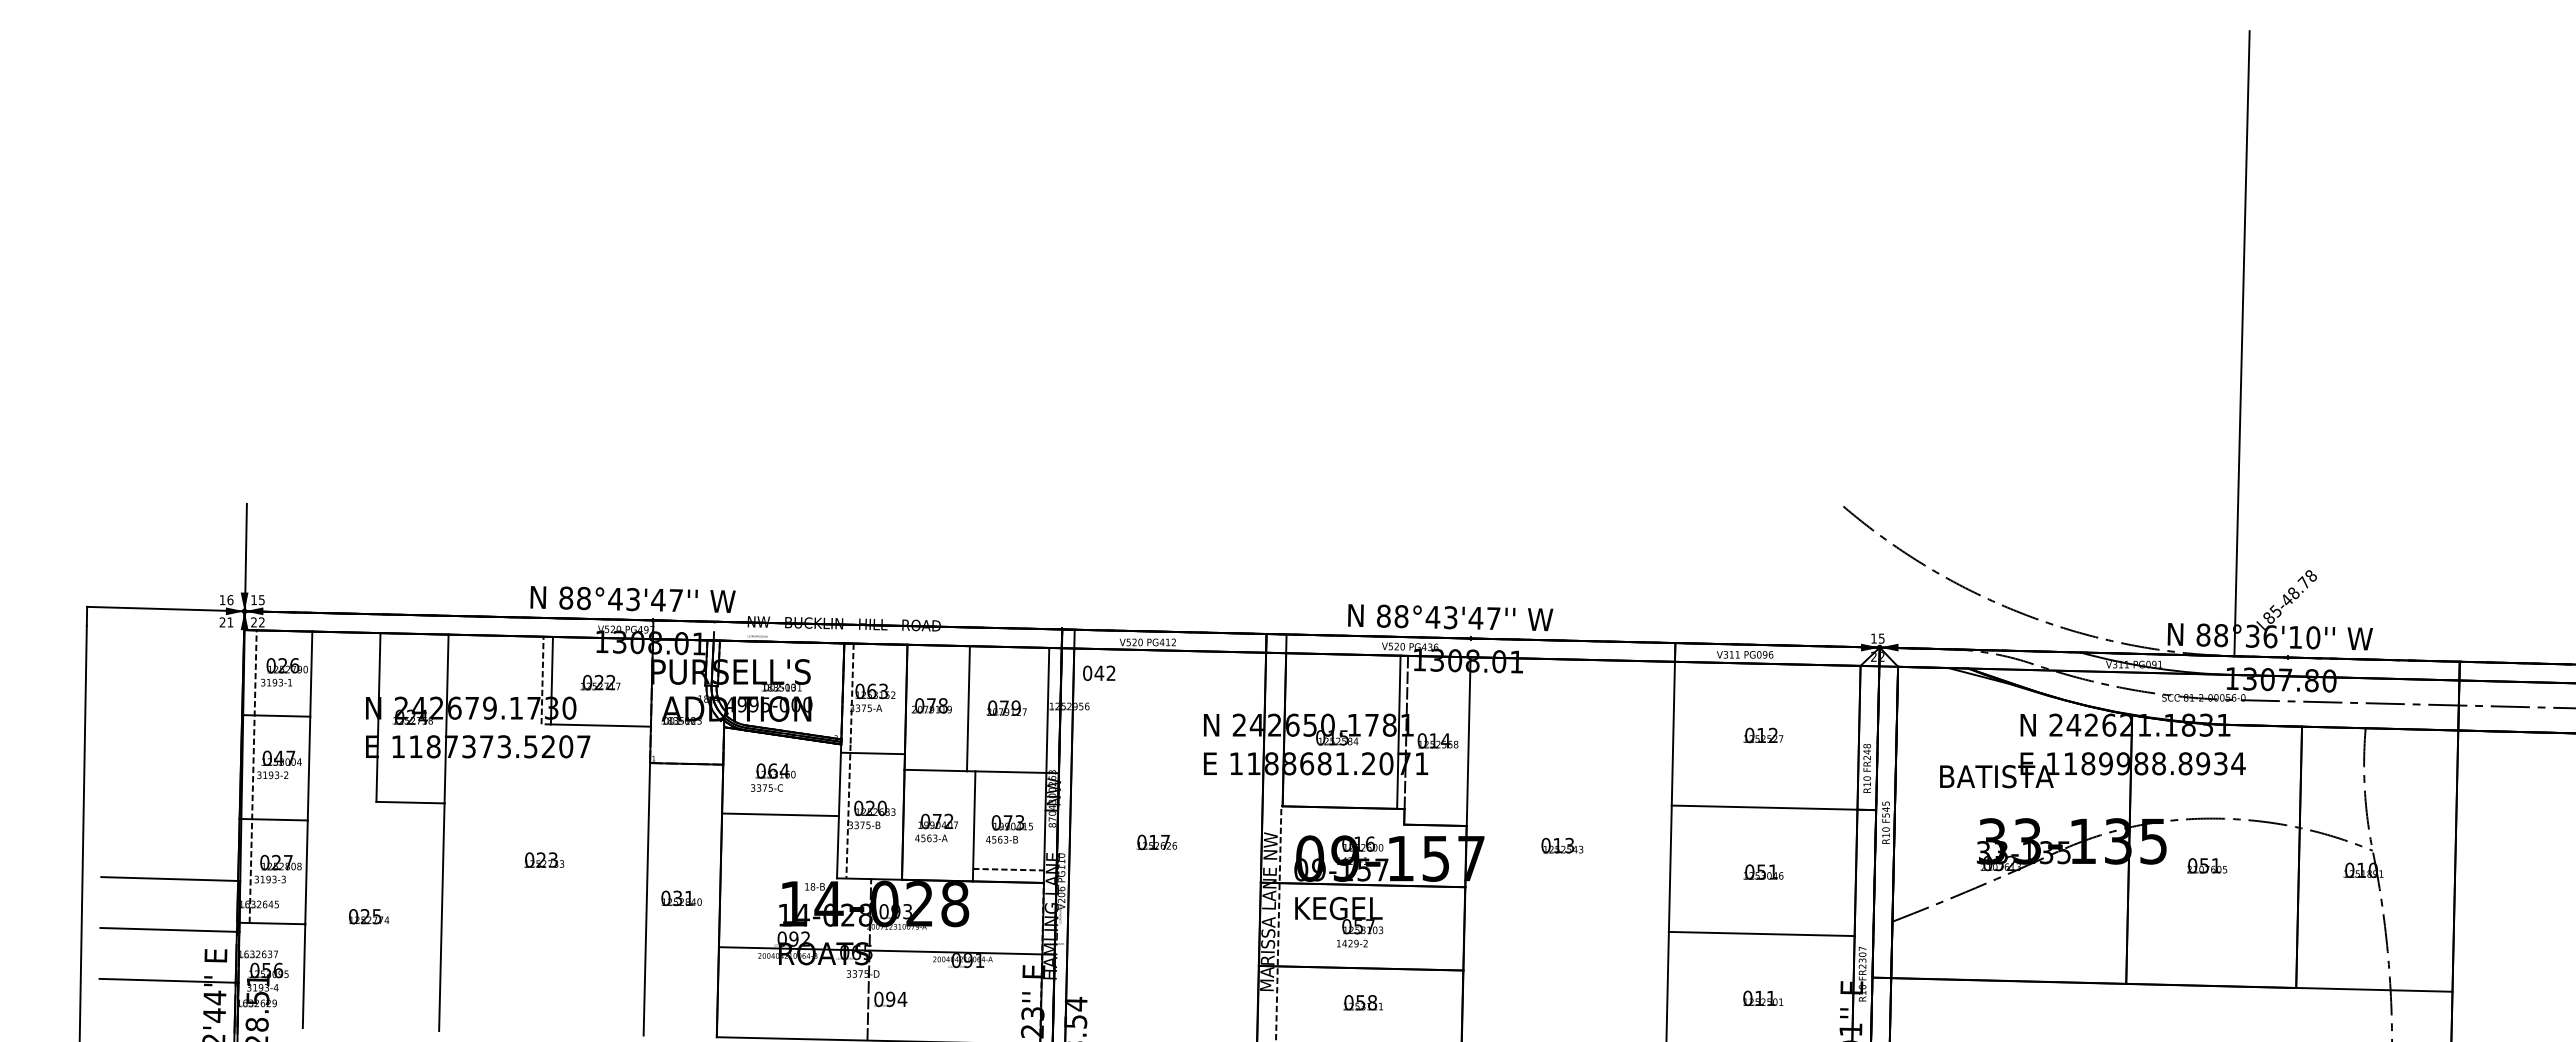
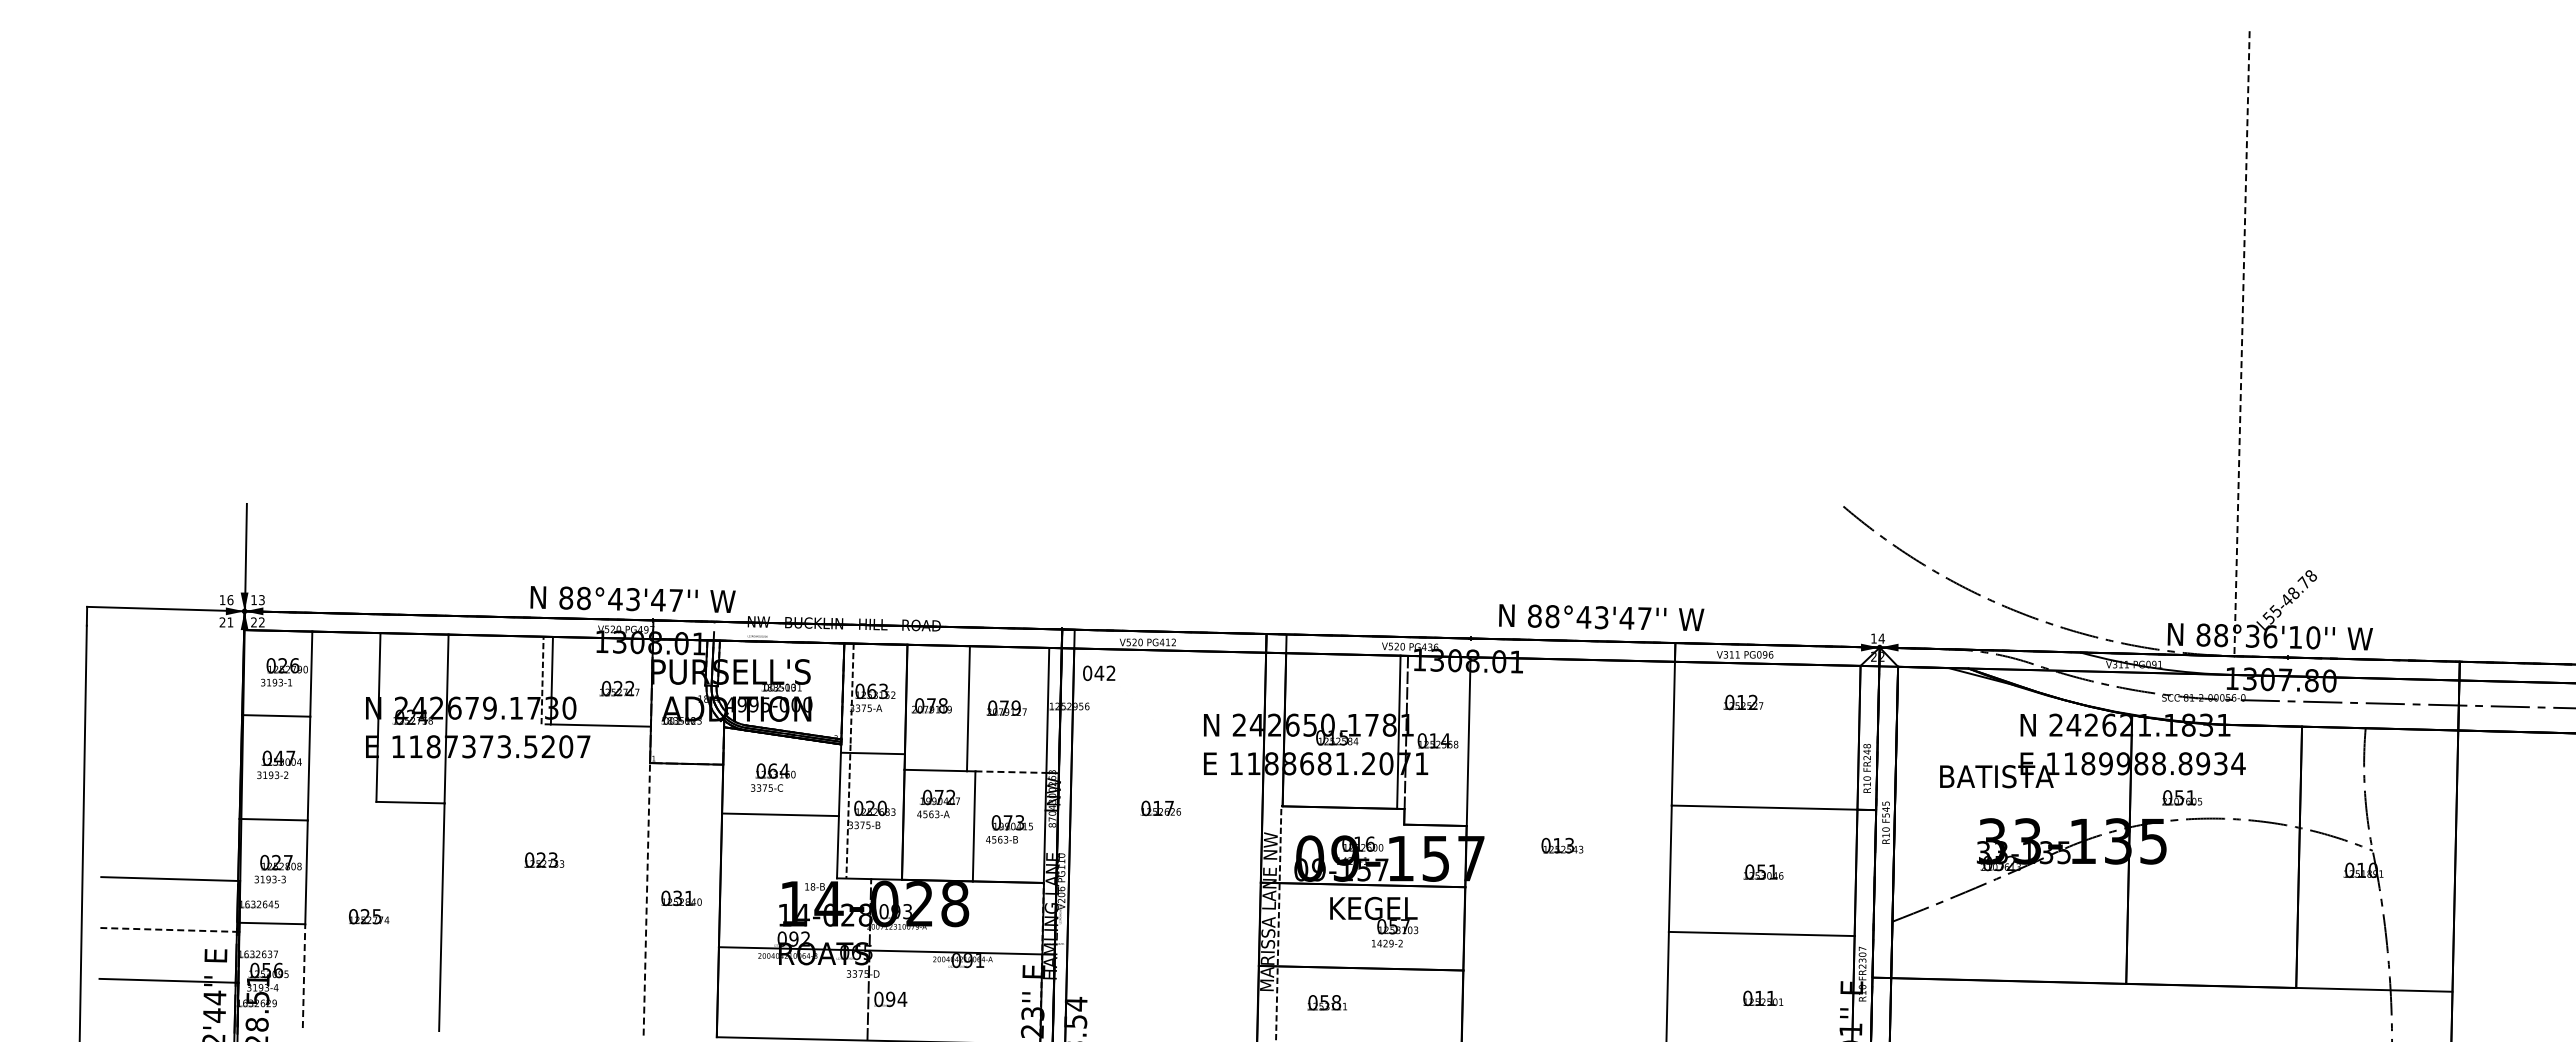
line at (2242, 343): solid -> dashed
text at (261, 599): 15 -> 13
text at (1450, 617) position: (1450, 617) -> (1601, 617)
text at (2268, 618): L85-48.78 -> L55-48.78
text at (1881, 638): 15 -> 14
text at (600, 682) position: (600, 682) -> (619, 688)
text at (1763, 735) position: (1763, 735) -> (1743, 702)
line at (1011, 772): solid -> dashed
line at (252, 776): present -> none
text at (936, 827) position: (936, 827) -> (938, 803)
text at (1156, 842) position: (1156, 842) -> (1160, 808)
text at (2207, 865) position: (2207, 865) -> (2182, 797)
line at (1008, 869): present -> none
line at (646, 898): solid -> dashed
text at (1339, 921) position: (1339, 921) -> (1374, 921)
line at (169, 929): solid -> dashed
line at (304, 976): solid -> dashed
text at (1362, 1002) position: (1362, 1002) -> (1326, 1002)
